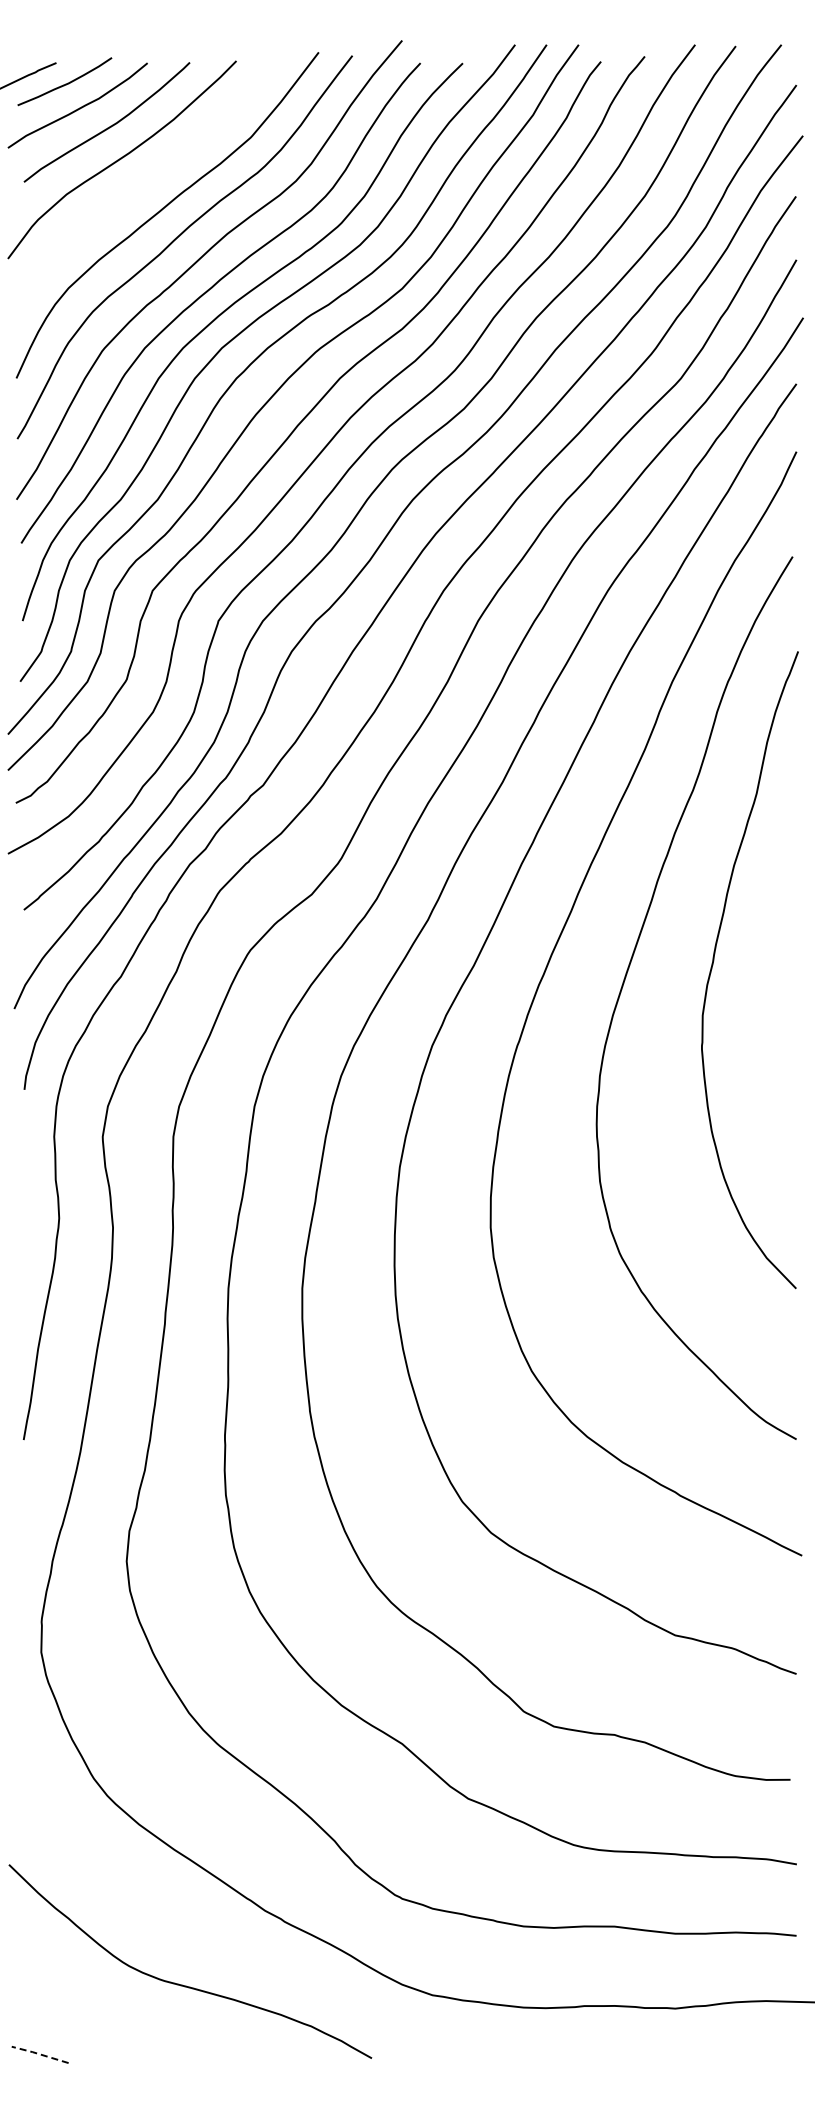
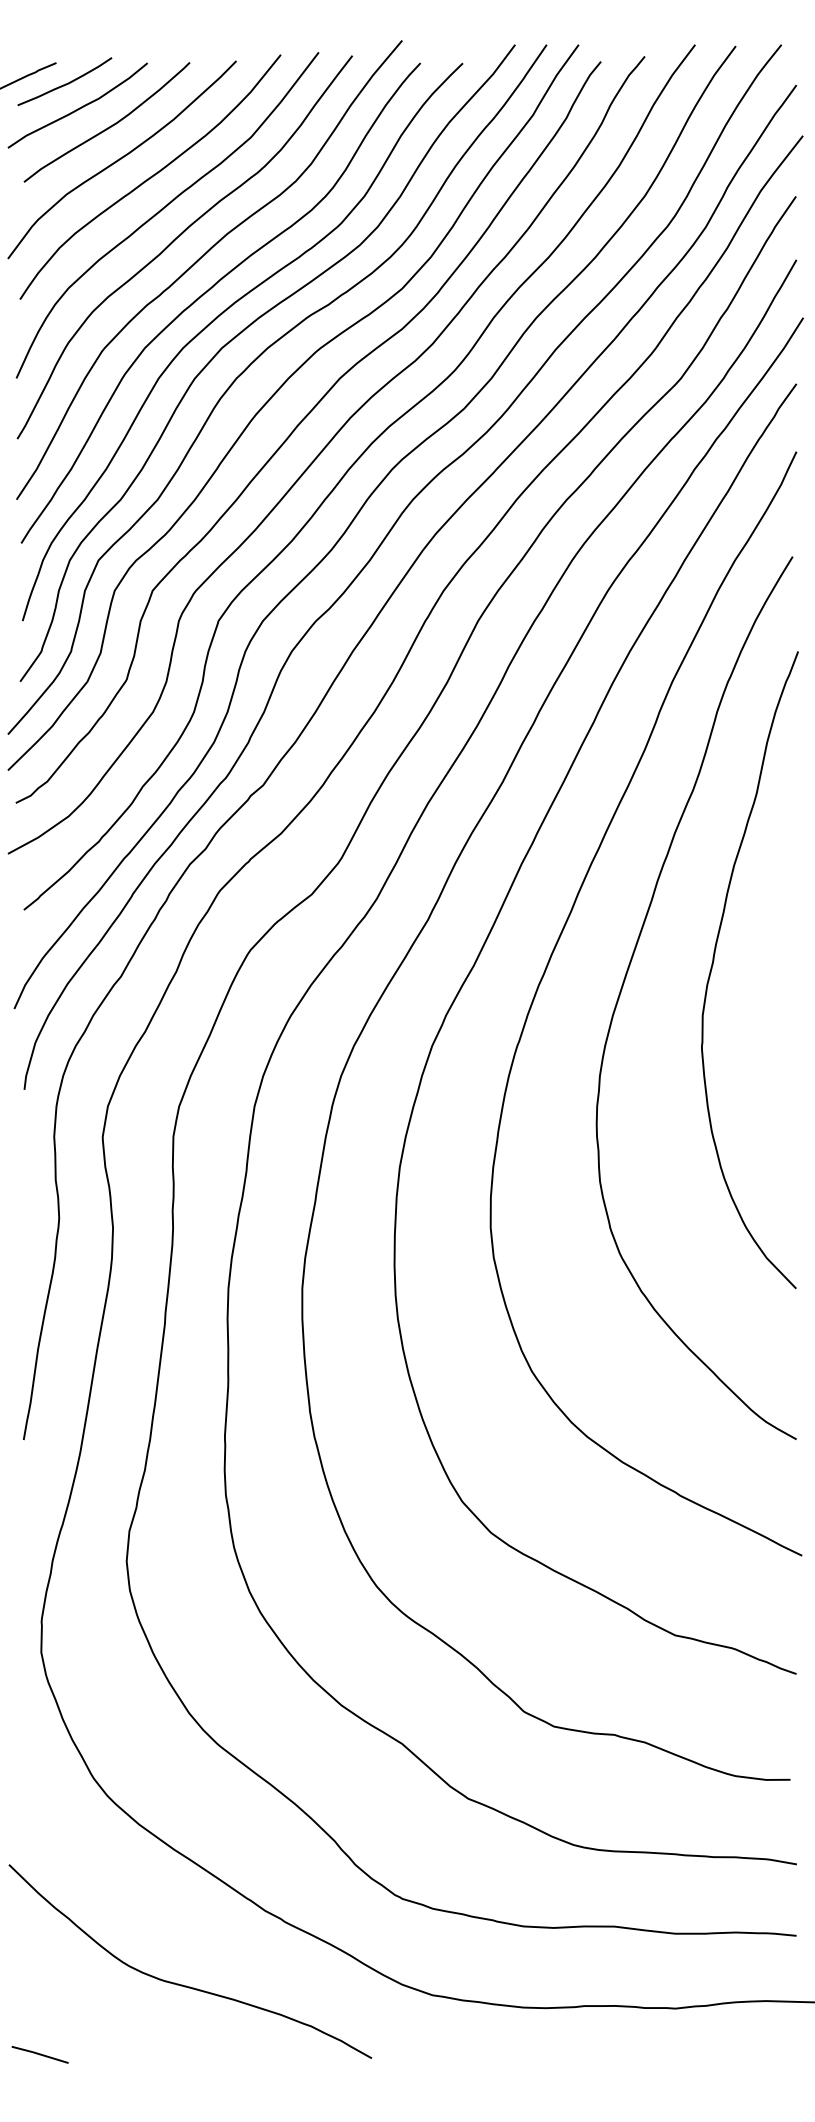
curve at (150, 176): none -> present
line at (39, 2054): dashed -> solid
